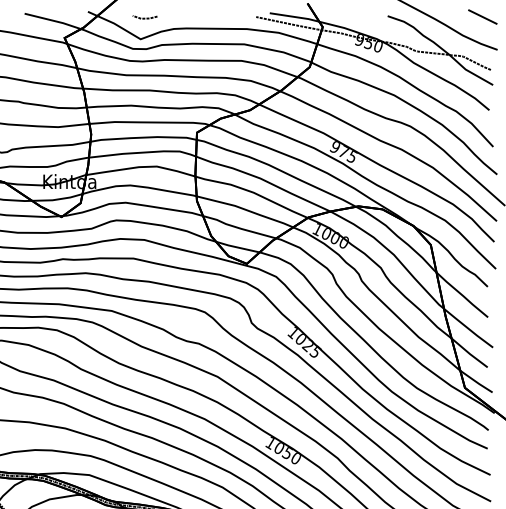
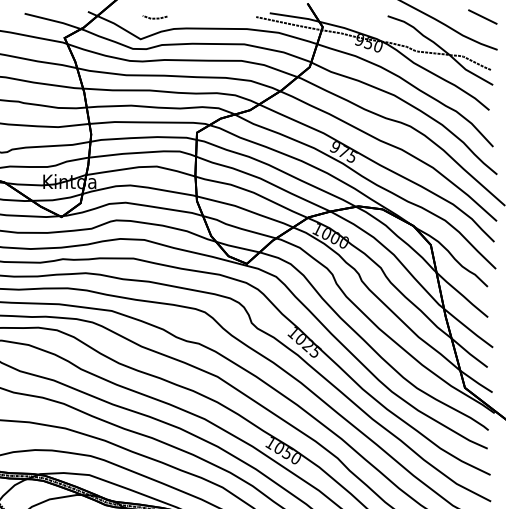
line at (144, 17) position: (144, 17) -> (154, 17)
